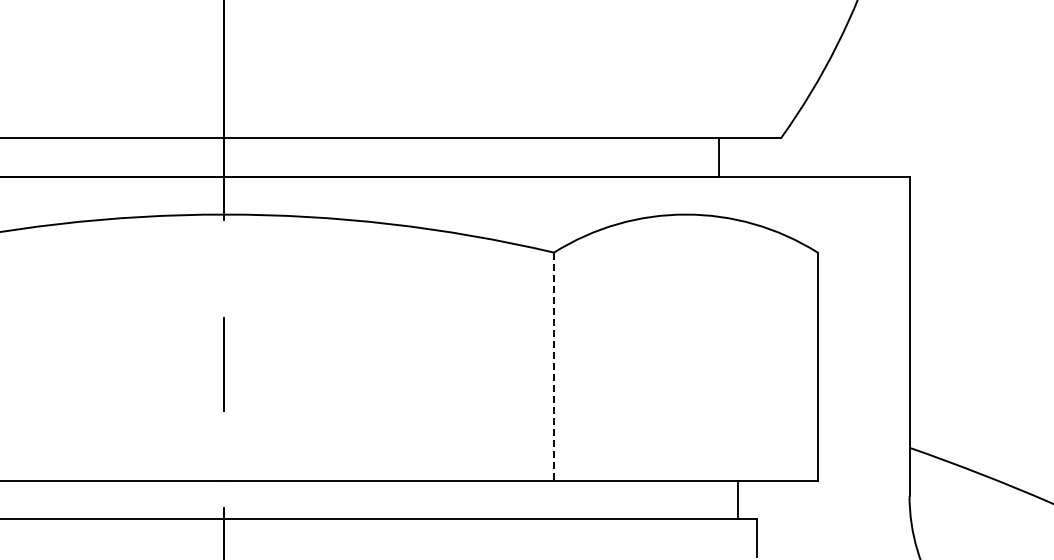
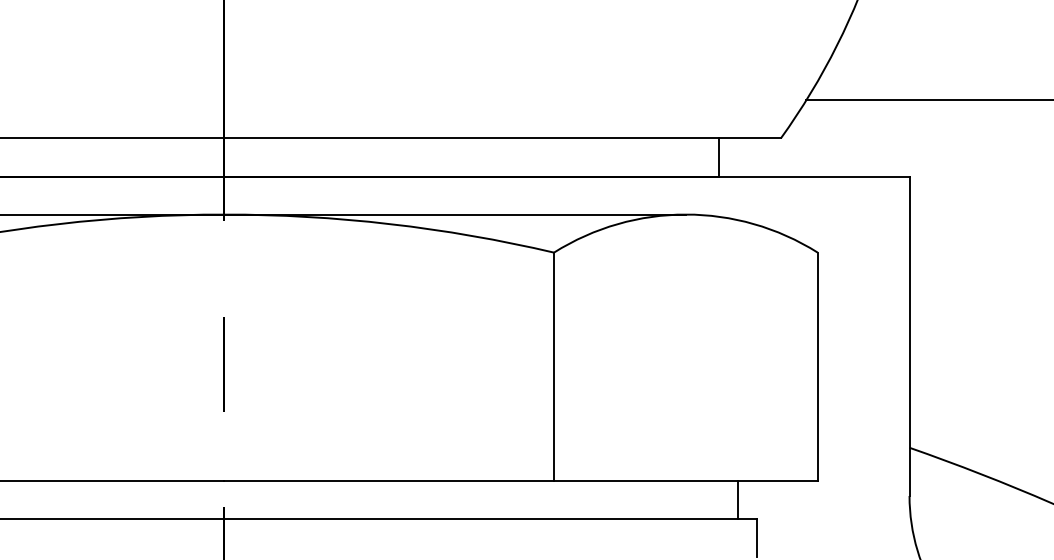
line at (928, 100): none -> present
line at (343, 214): none -> present
line at (554, 367): dashed -> solid
